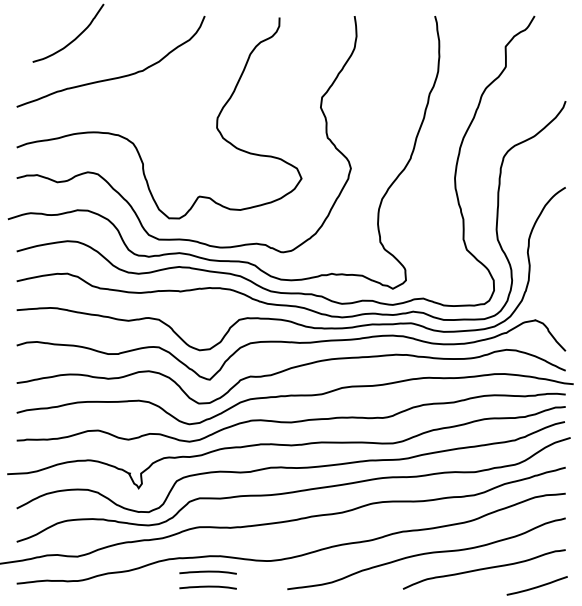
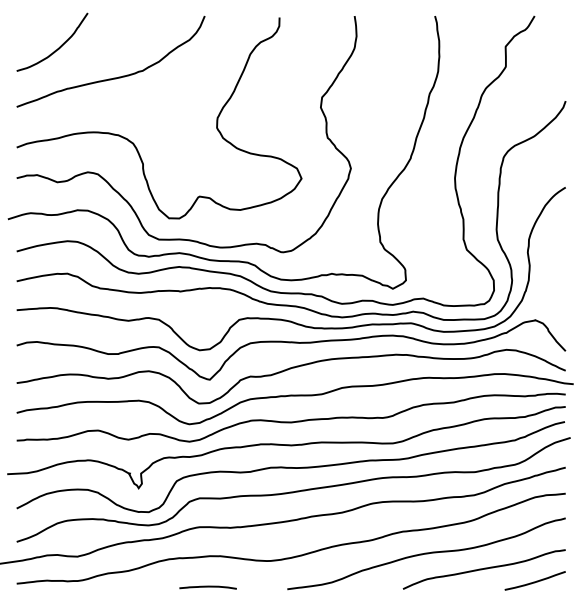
curve at (74, 38) position: (74, 38) -> (58, 47)
curve at (207, 572): present -> none
curve at (536, 586) position: (536, 586) -> (534, 581)
